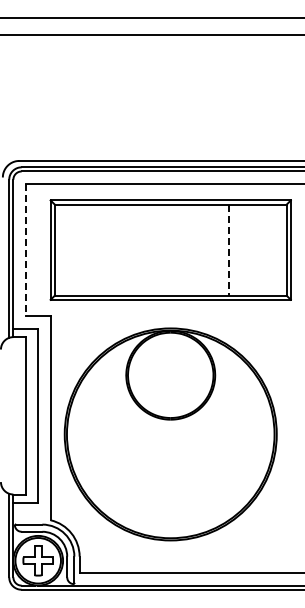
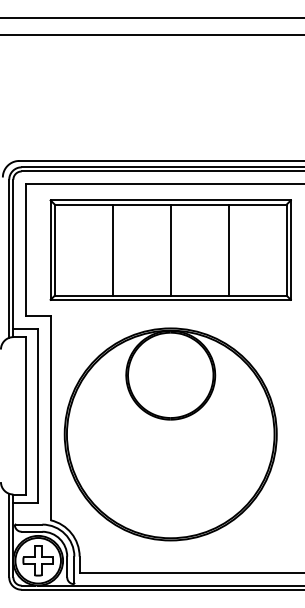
line at (112, 249): none -> present
line at (170, 249): none -> present
line at (25, 250): dashed -> solid
line at (228, 250): dashed -> solid
